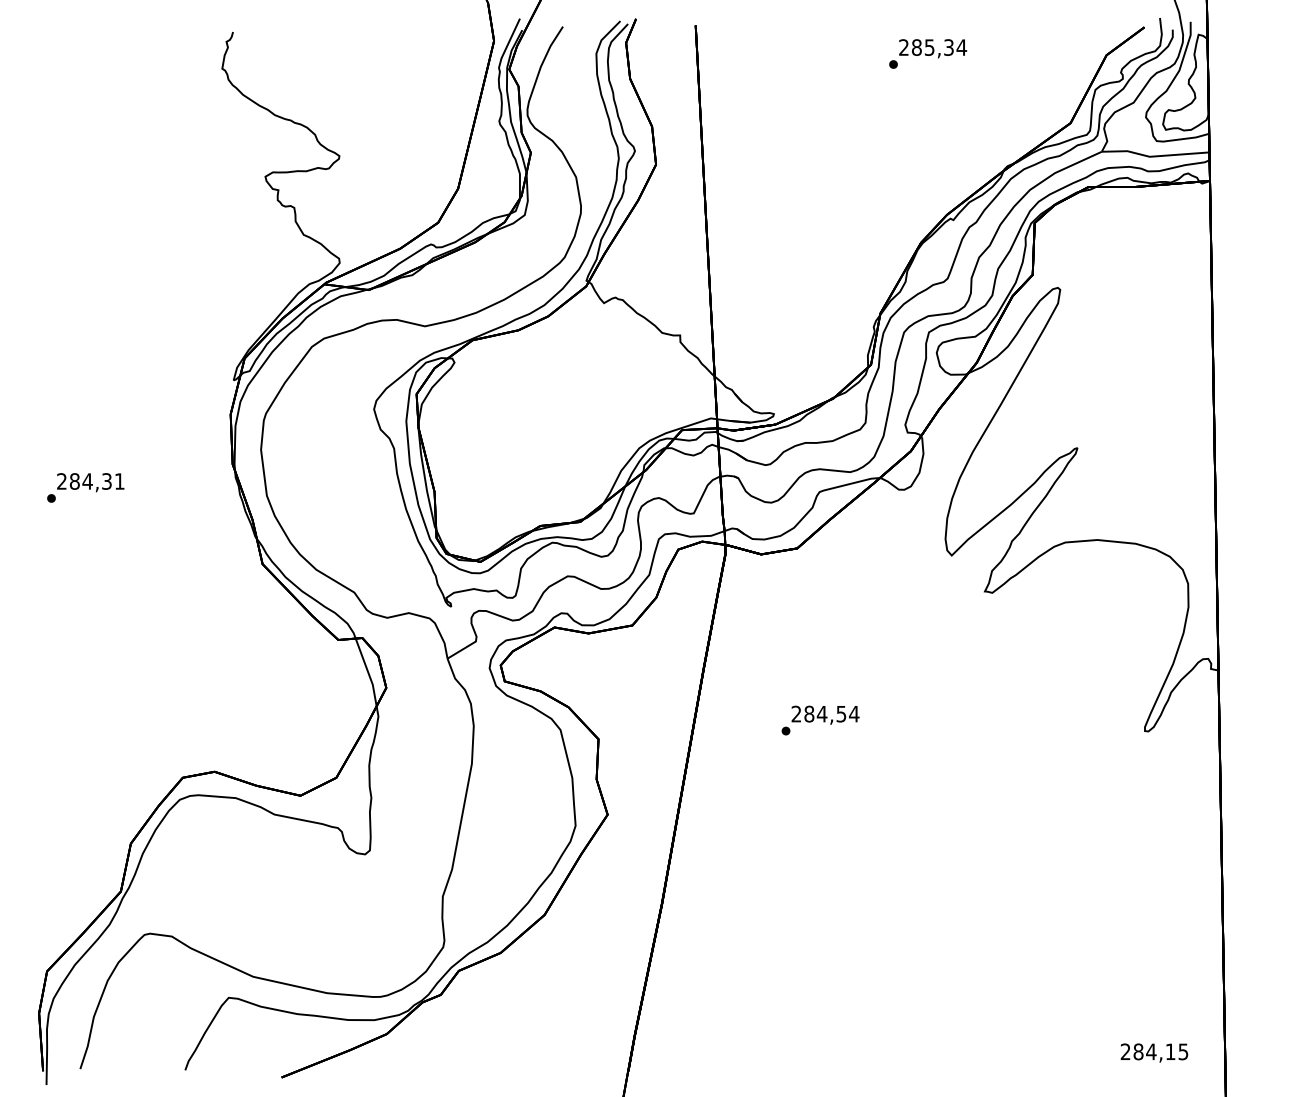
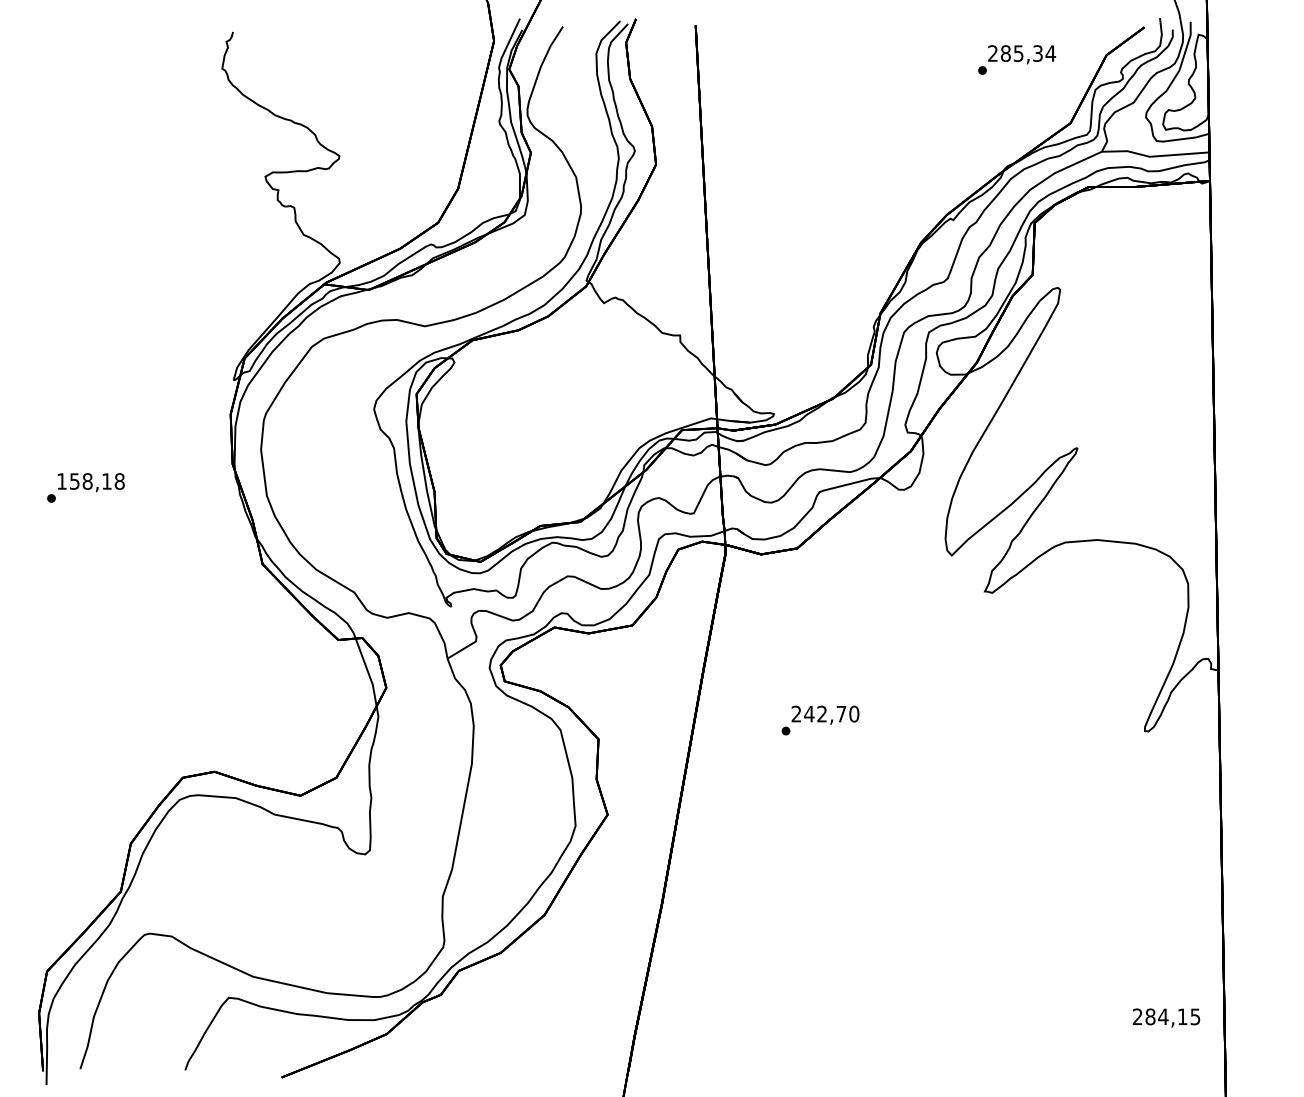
text at (928, 53) position: (928, 53) -> (1017, 59)
text at (90, 481): 284,31 -> 158,18
text at (831, 713): 284,54 -> 242,70
text at (1154, 1052) position: (1154, 1052) -> (1166, 1017)
